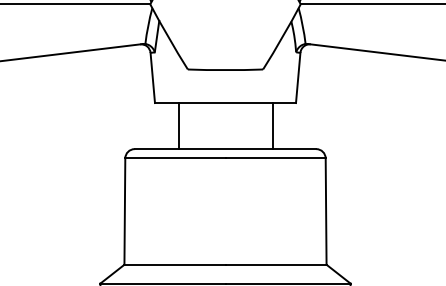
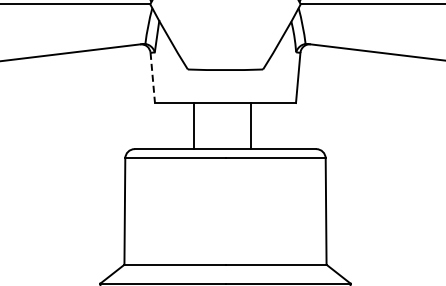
line at (152, 78): solid -> dashed
line at (178, 126) position: (178, 126) -> (193, 126)
line at (272, 126) position: (272, 126) -> (250, 126)
